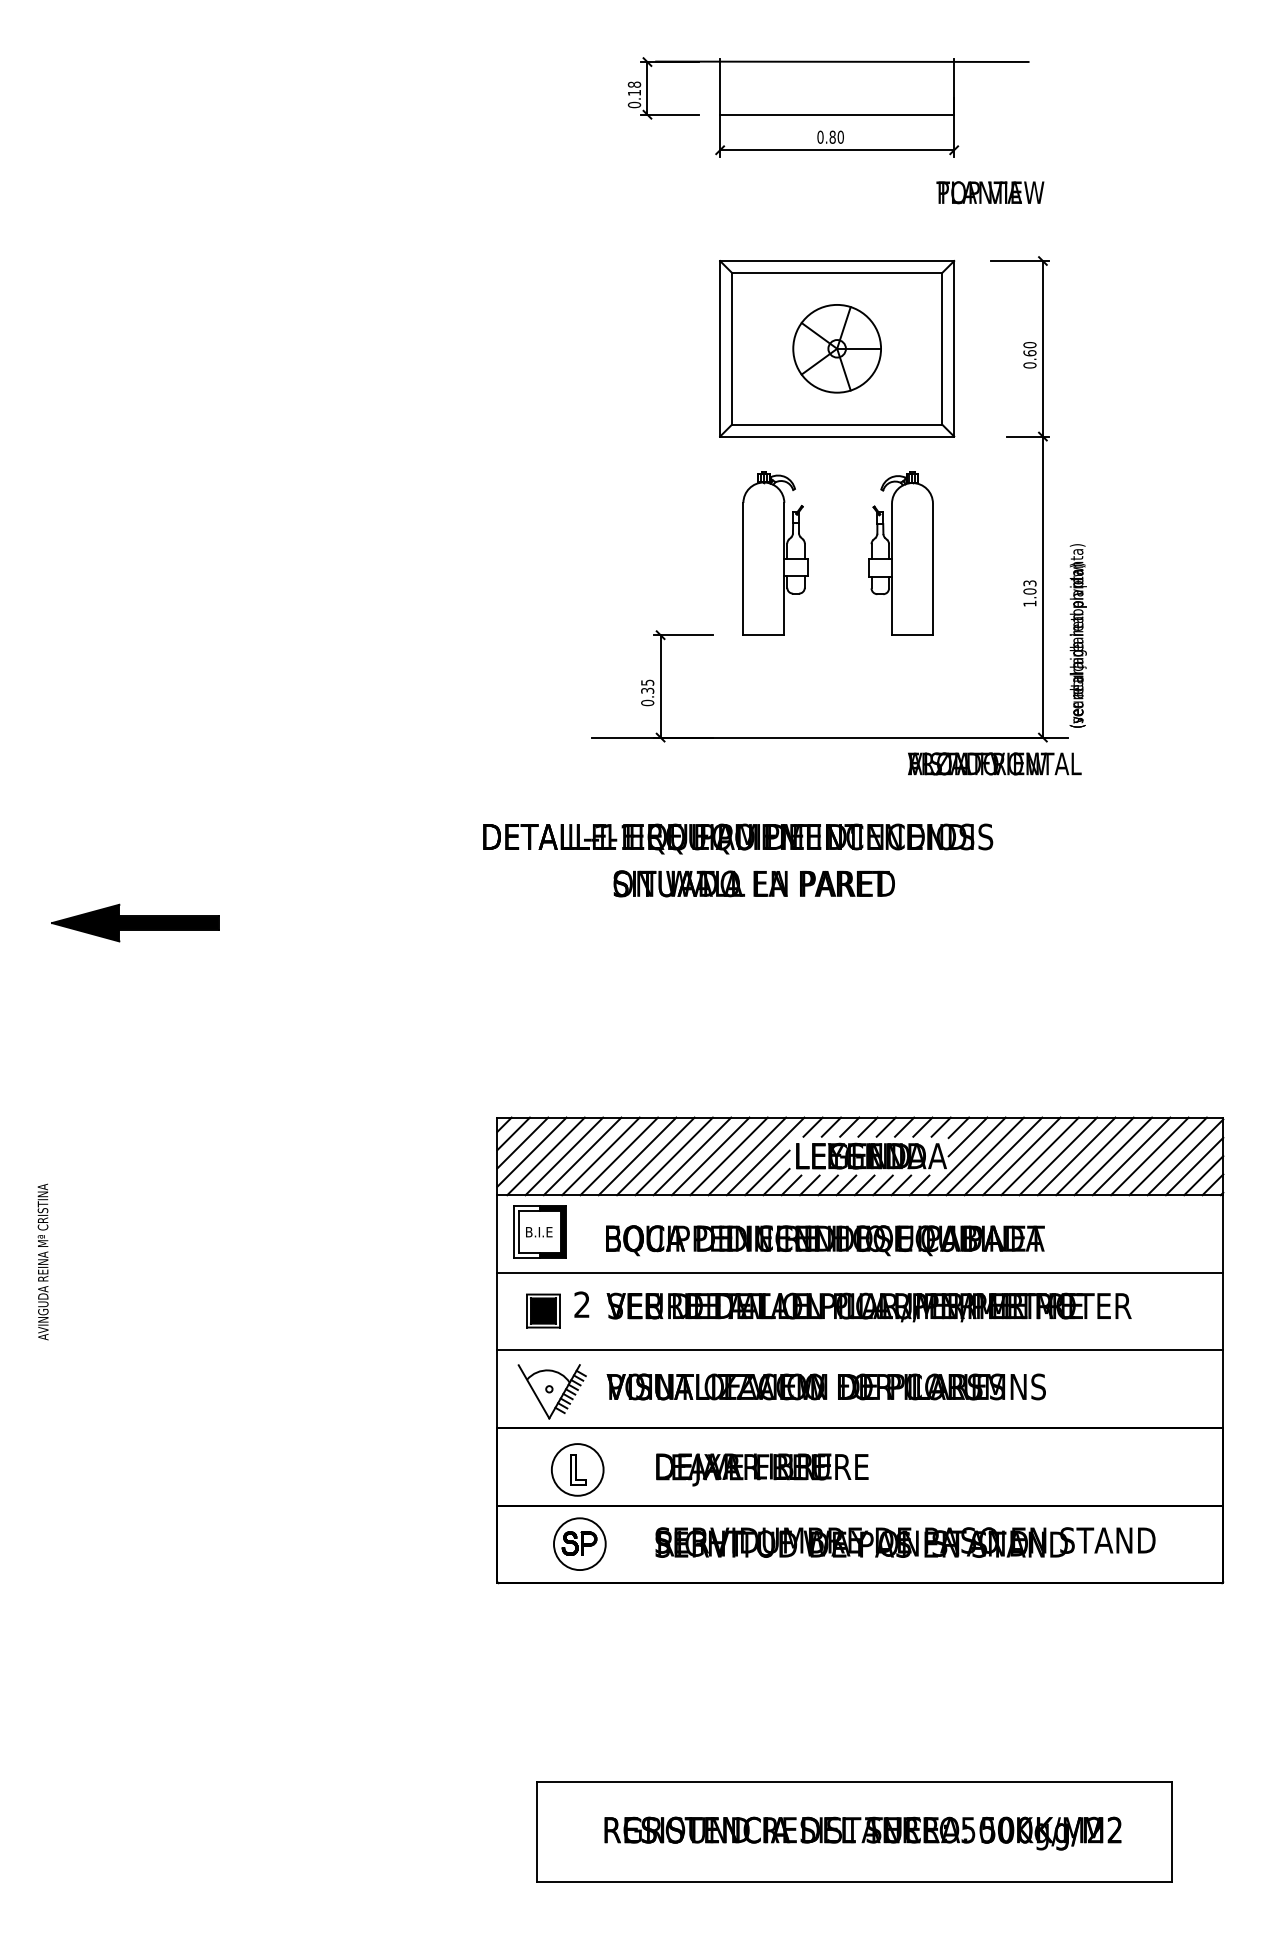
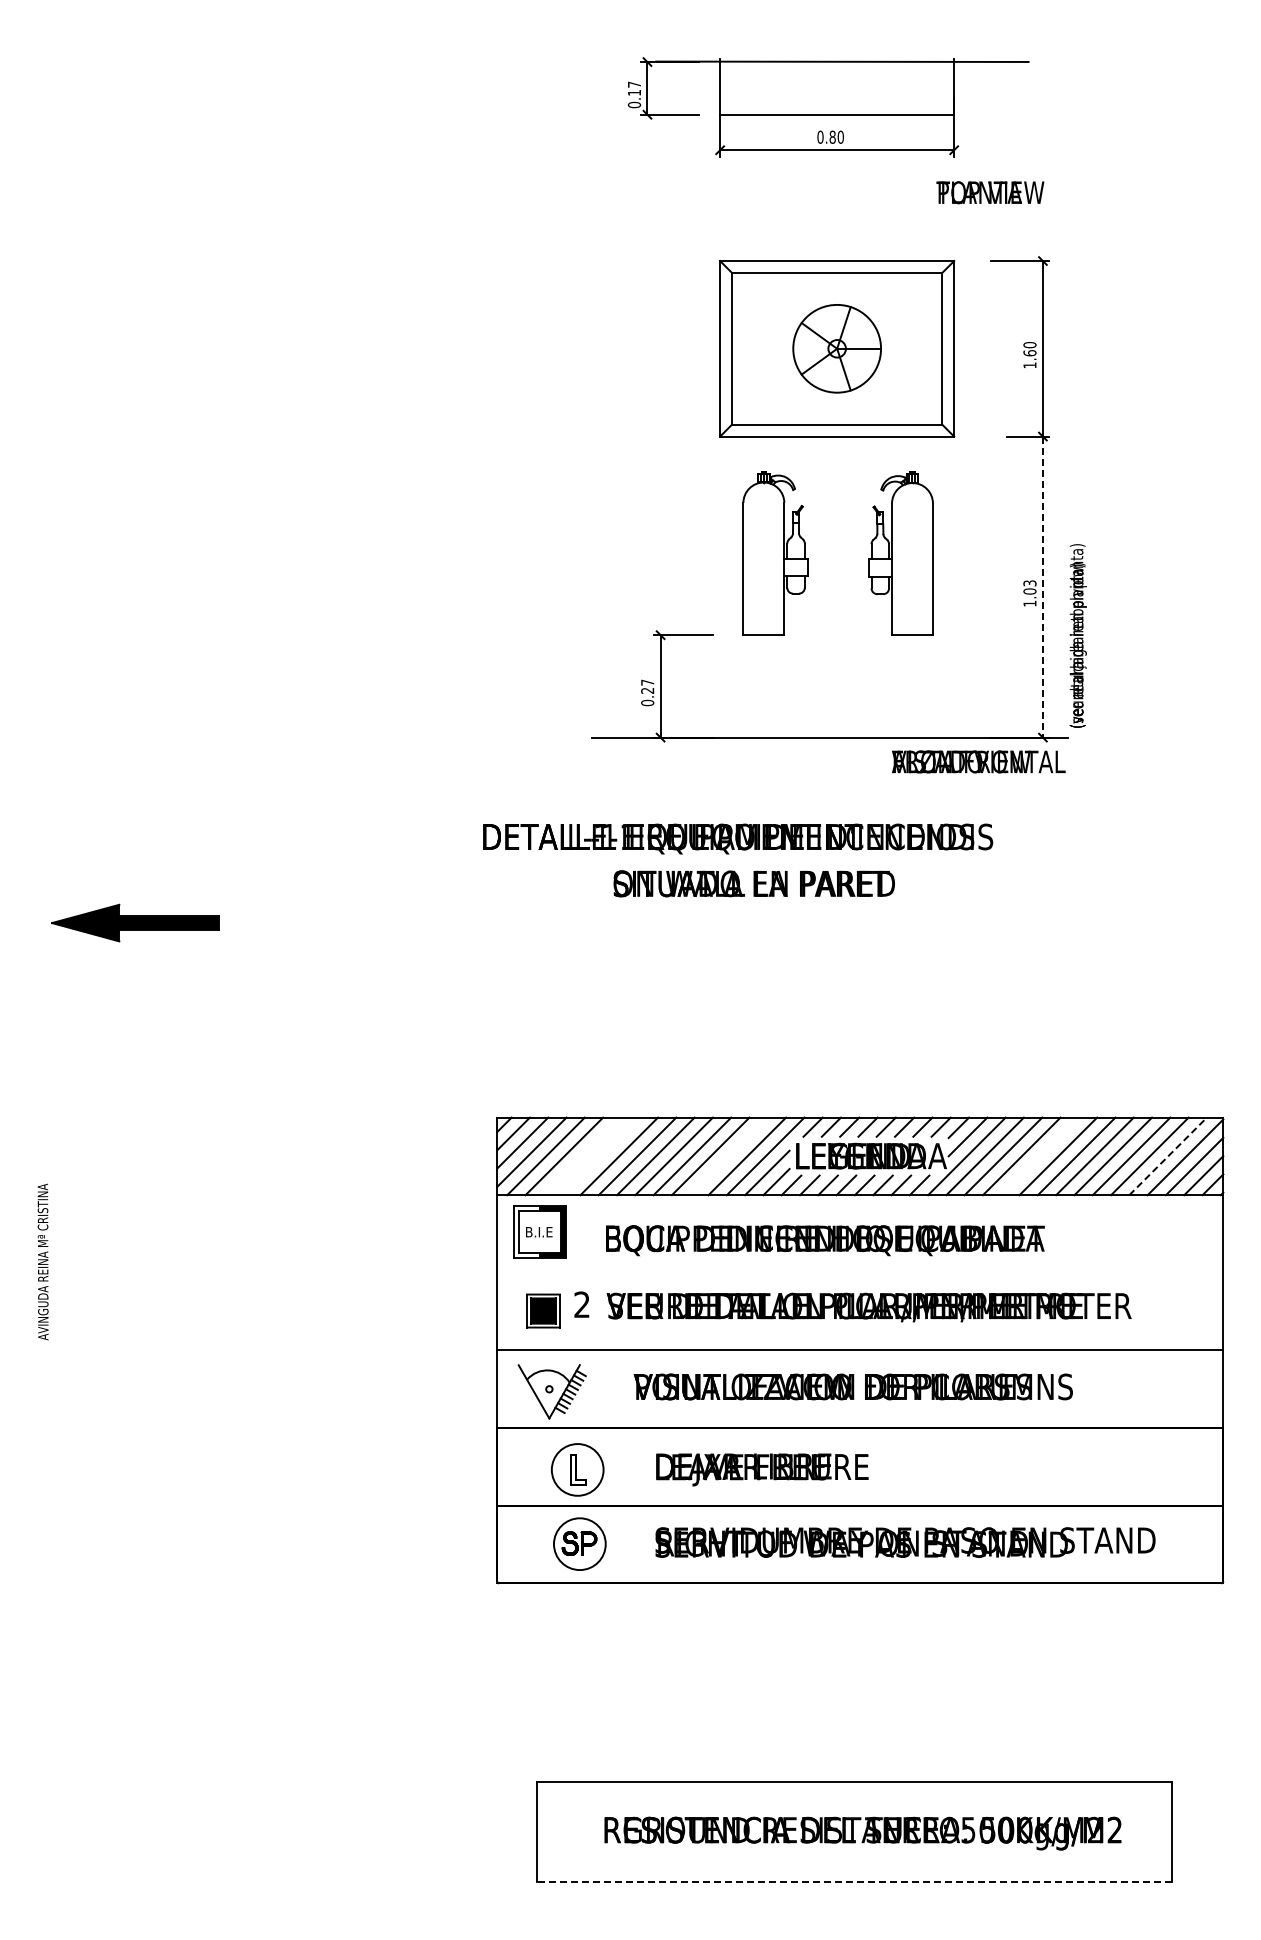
text at (634, 84): 0.18 -> 0.17
text at (1029, 365): 0.60 -> 1.60
line at (1042, 587): solid -> dashed
text at (647, 686): 0.35 -> 0.27
text at (994, 763) position: (994, 763) -> (978, 761)
line at (582, 1156): present -> none
line at (600, 1156): present -> none
line at (728, 1156): present -> none
line at (1039, 1156): present -> none
line at (1168, 1156): solid -> dashed
line at (860, 1272): present -> none
text at (825, 1386) position: (825, 1386) -> (852, 1386)
line at (853, 1881): solid -> dashed
